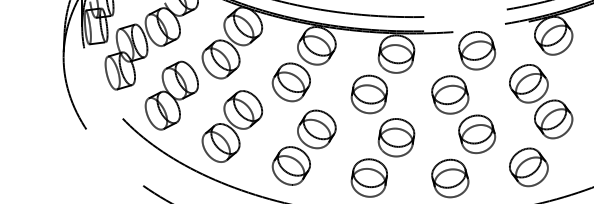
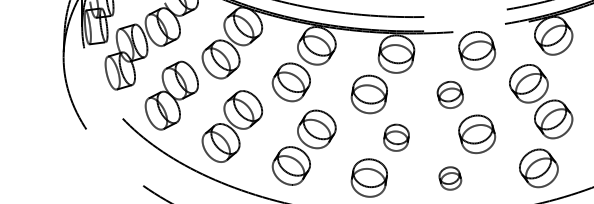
part at (450, 94) size: 39x40 px -> 28x28 px
part at (396, 137) size: 39x40 px -> 27x29 px
part at (528, 167) position: (528, 167) -> (538, 168)
part at (450, 178) size: 39x41 px -> 25x25 px
